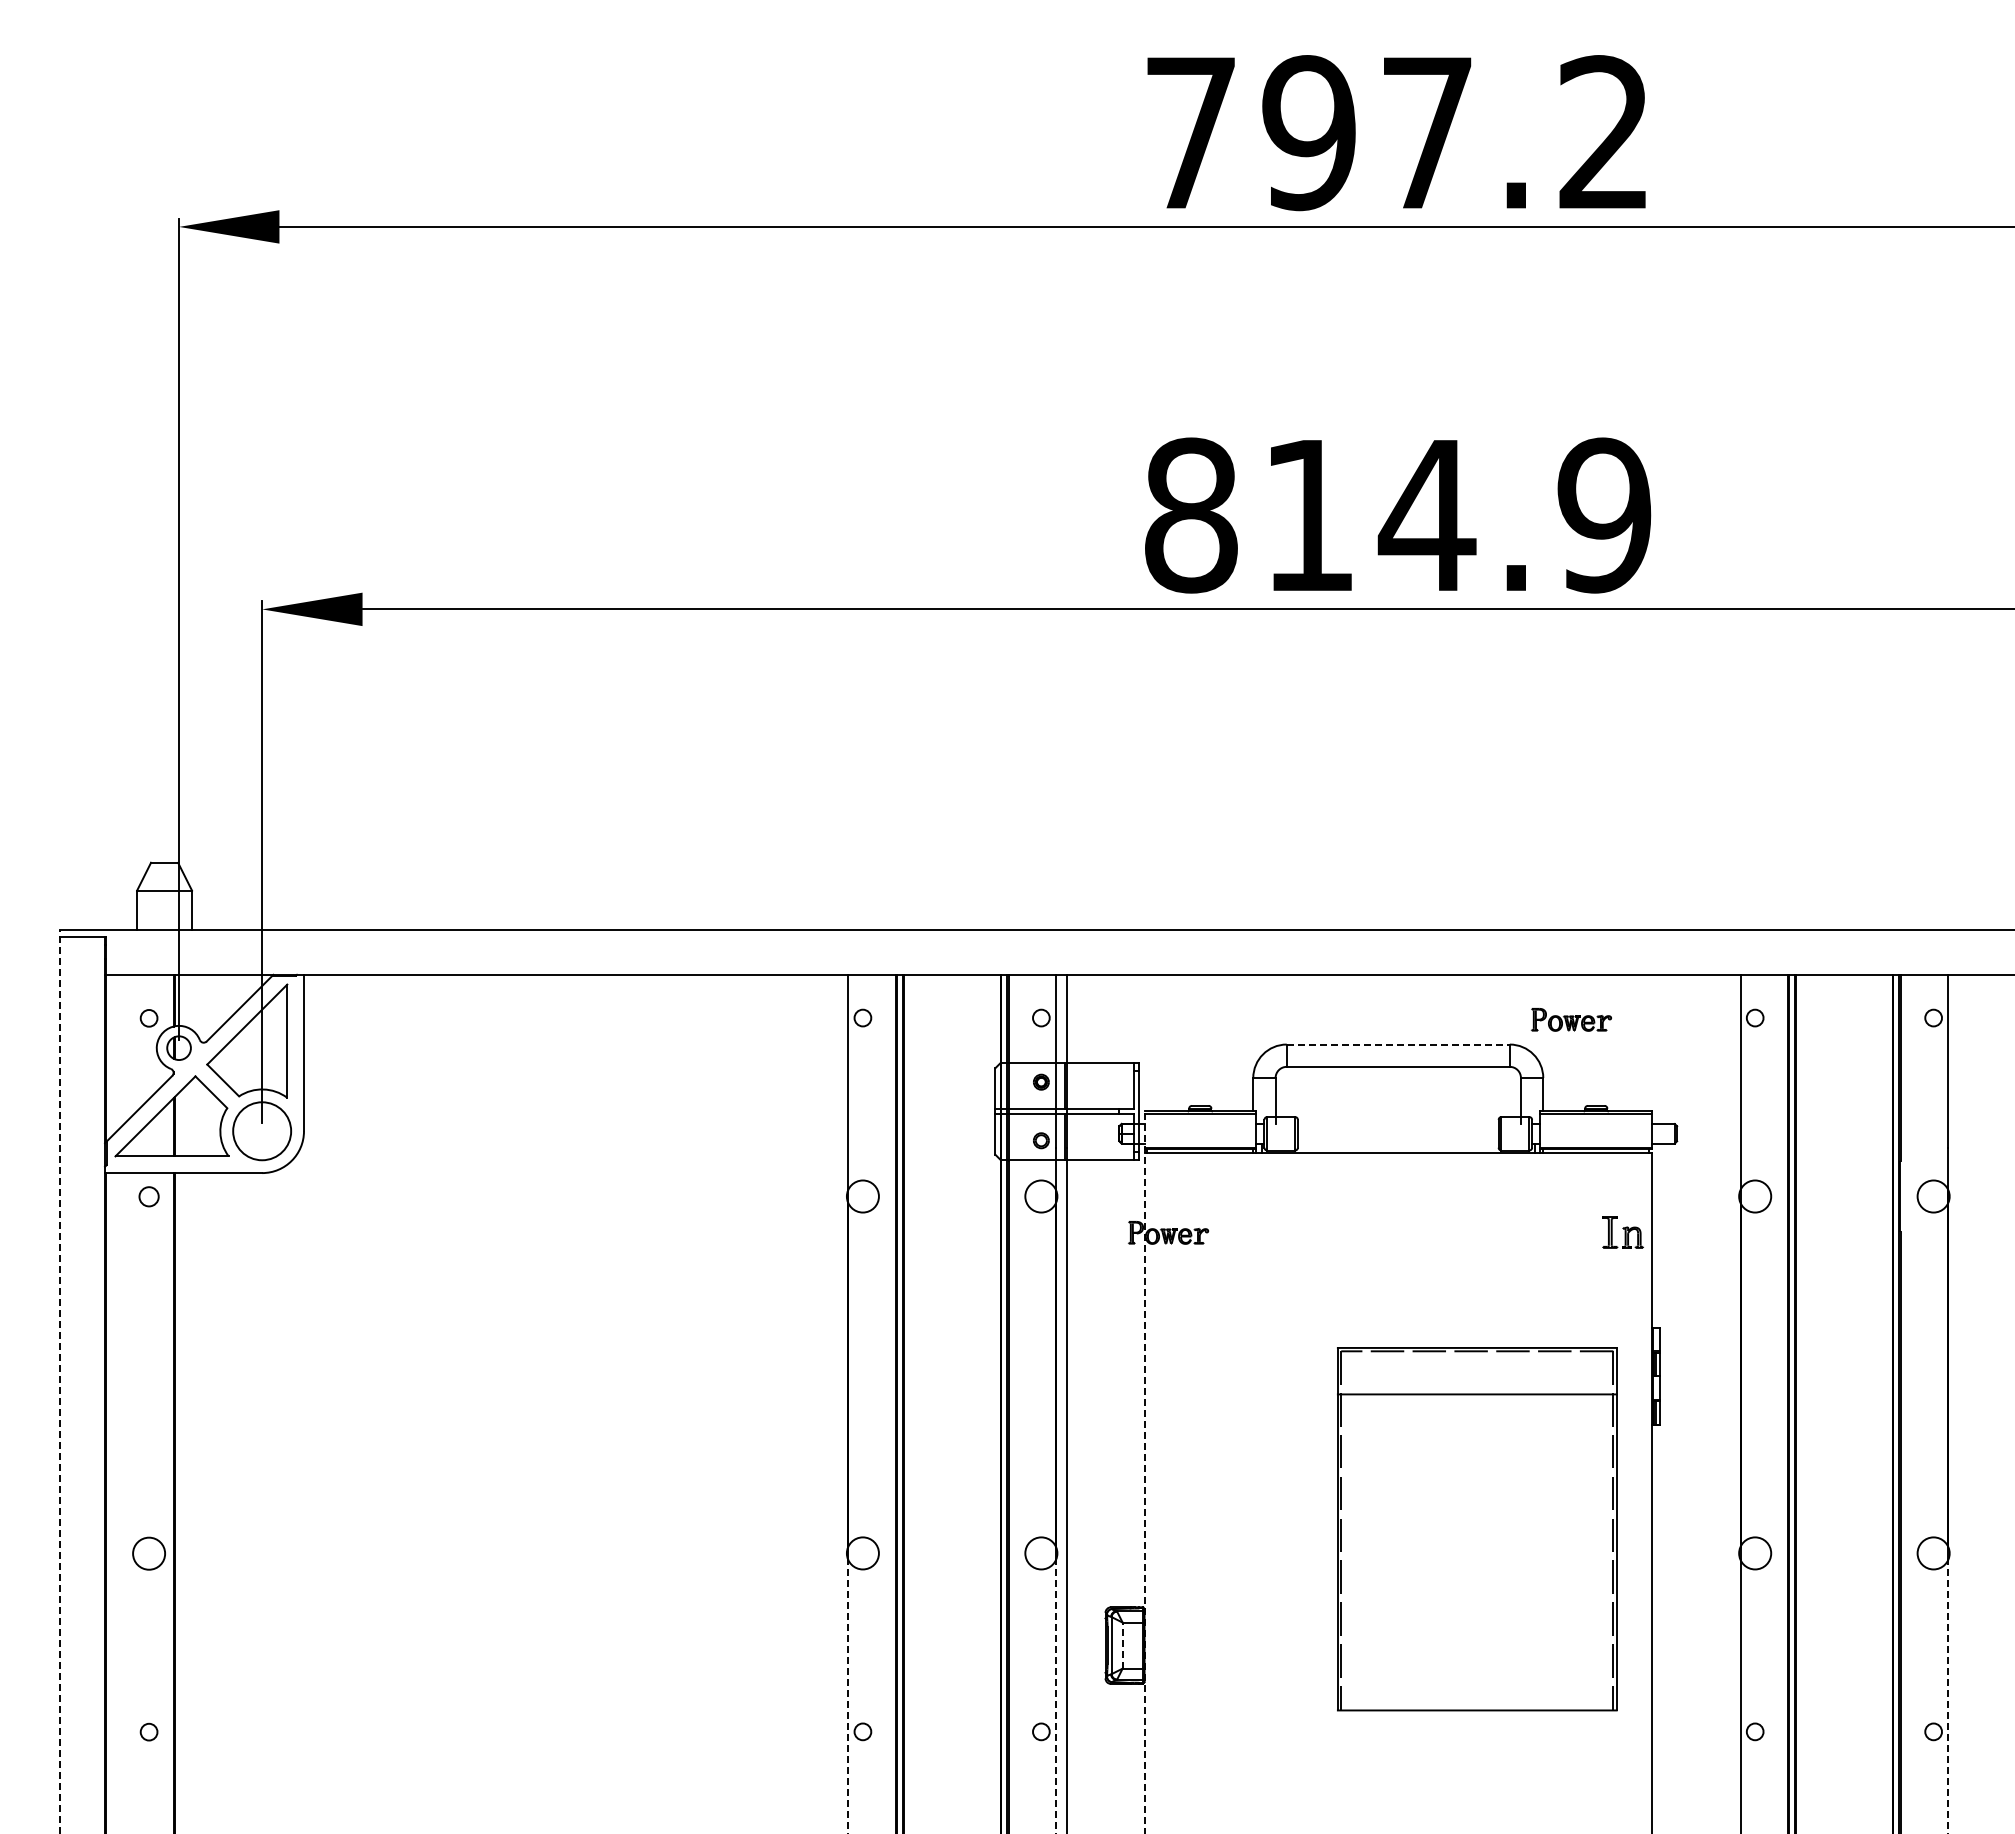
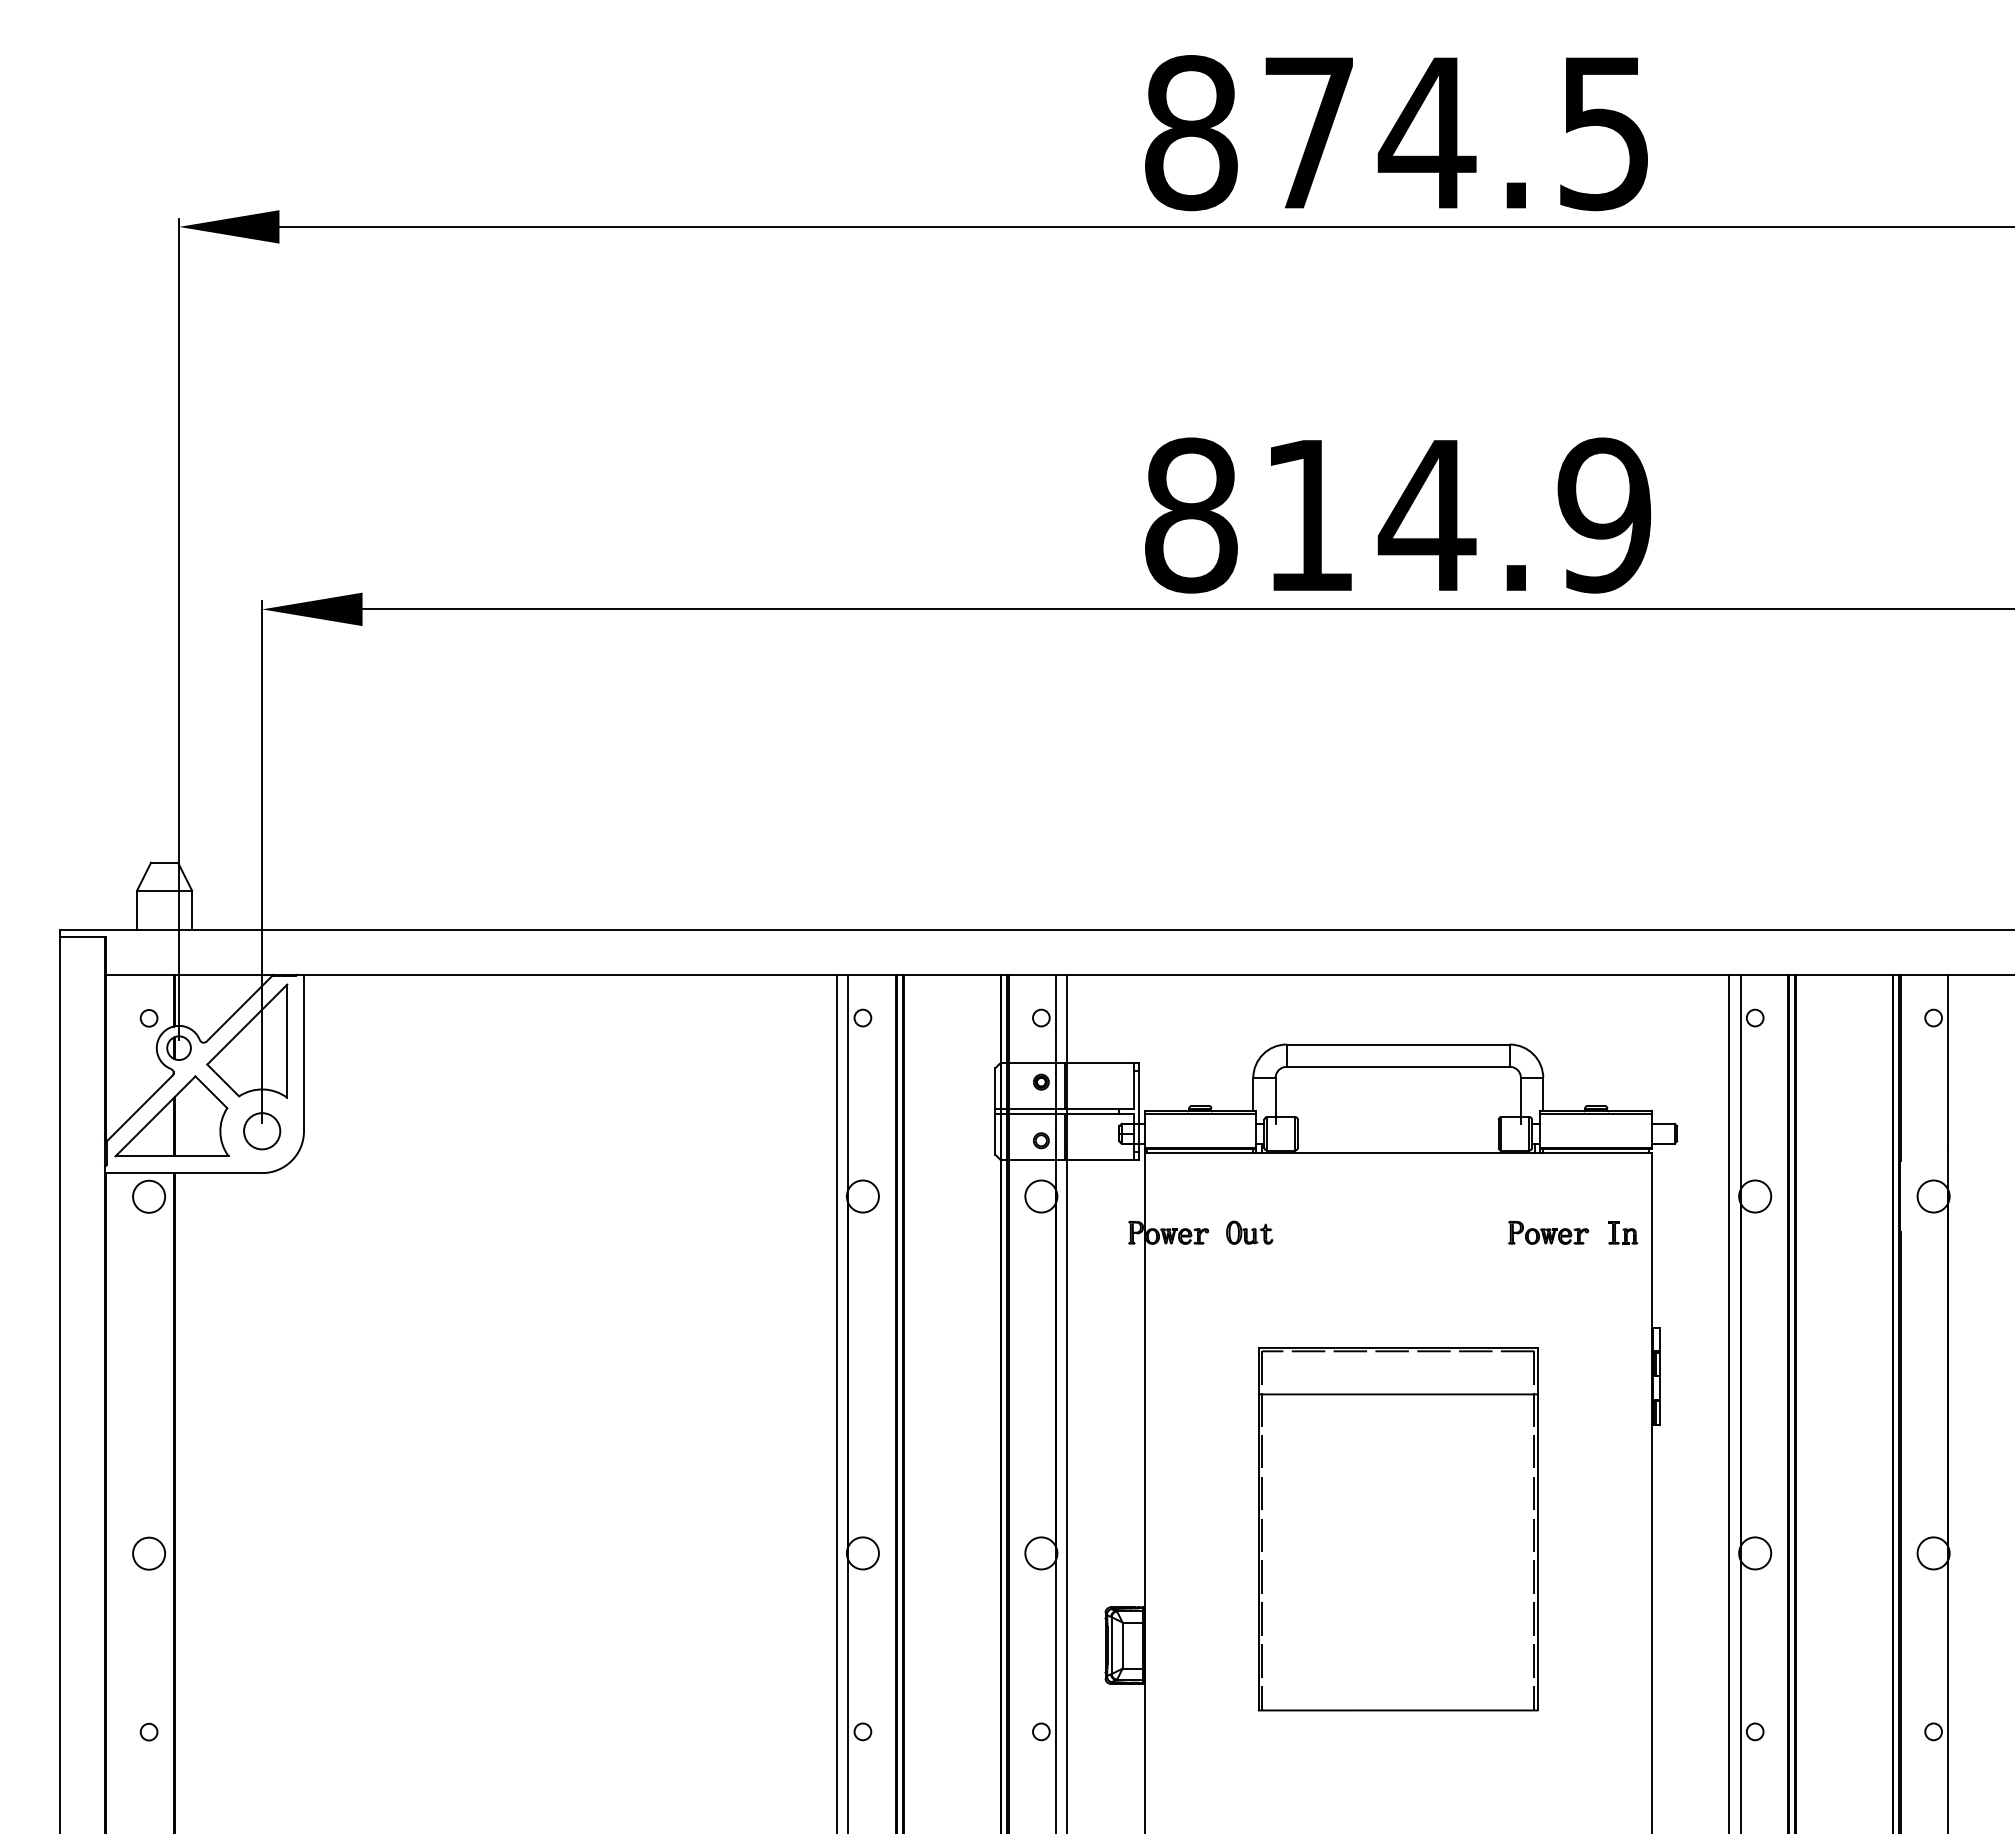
text at (1396, 133): 797.2 -> 874.5
part at (1570, 1019) position: (1570, 1019) -> (1547, 1232)
line at (1398, 1044): dashed -> solid
circle at (262, 1131) diameter: 58 px -> 36 px
circle at (148, 1196) diameter: 19 px -> 32 px
part at (1249, 1232): none -> present
part at (1622, 1232) size: 42x33 px -> 31x24 px
line at (60, 1381): dashed -> solid
line at (837, 1402): none -> present
line at (1729, 1402): none -> present
line at (1144, 1472): dashed -> solid
part at (1477, 1529) position: (1477, 1529) -> (1398, 1529)
line at (1122, 1645): dashed -> solid
line at (848, 1696): dashed -> solid
line at (1056, 1696): dashed -> solid
line at (1948, 1696): dashed -> solid
